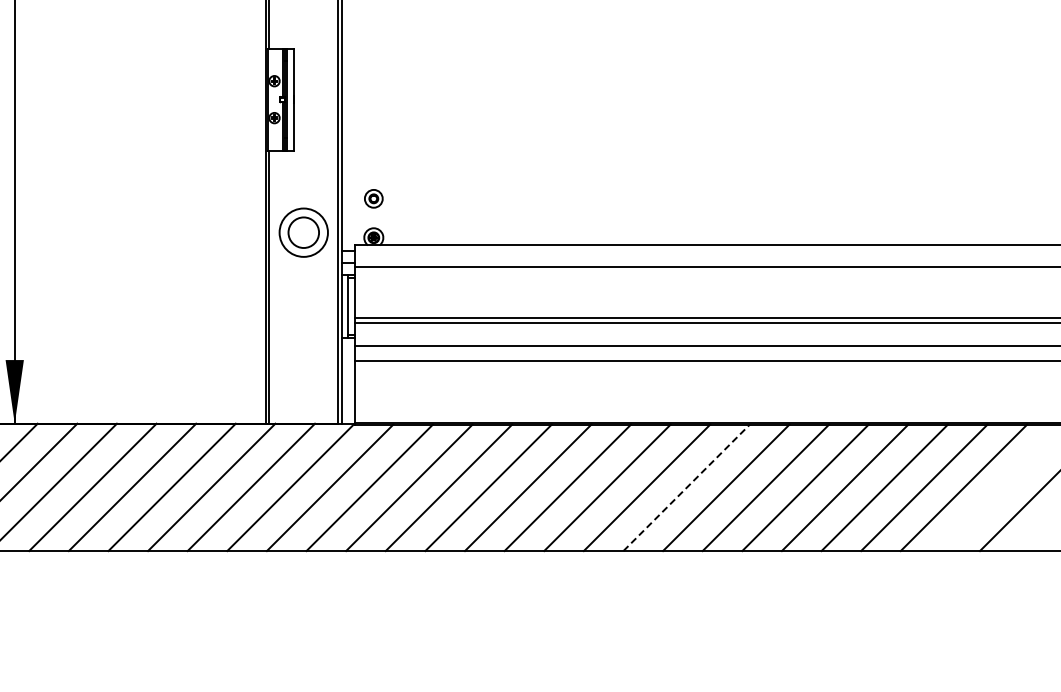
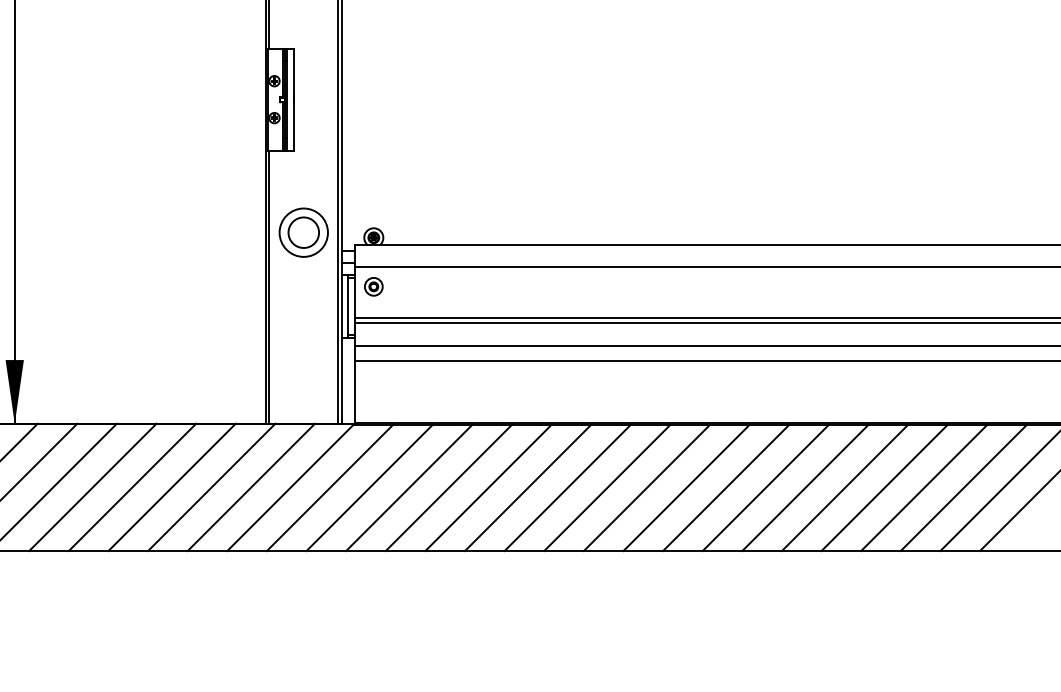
part at (373, 198) position: (373, 198) -> (373, 286)
line at (687, 487): dashed -> solid
line at (998, 492): none -> present
